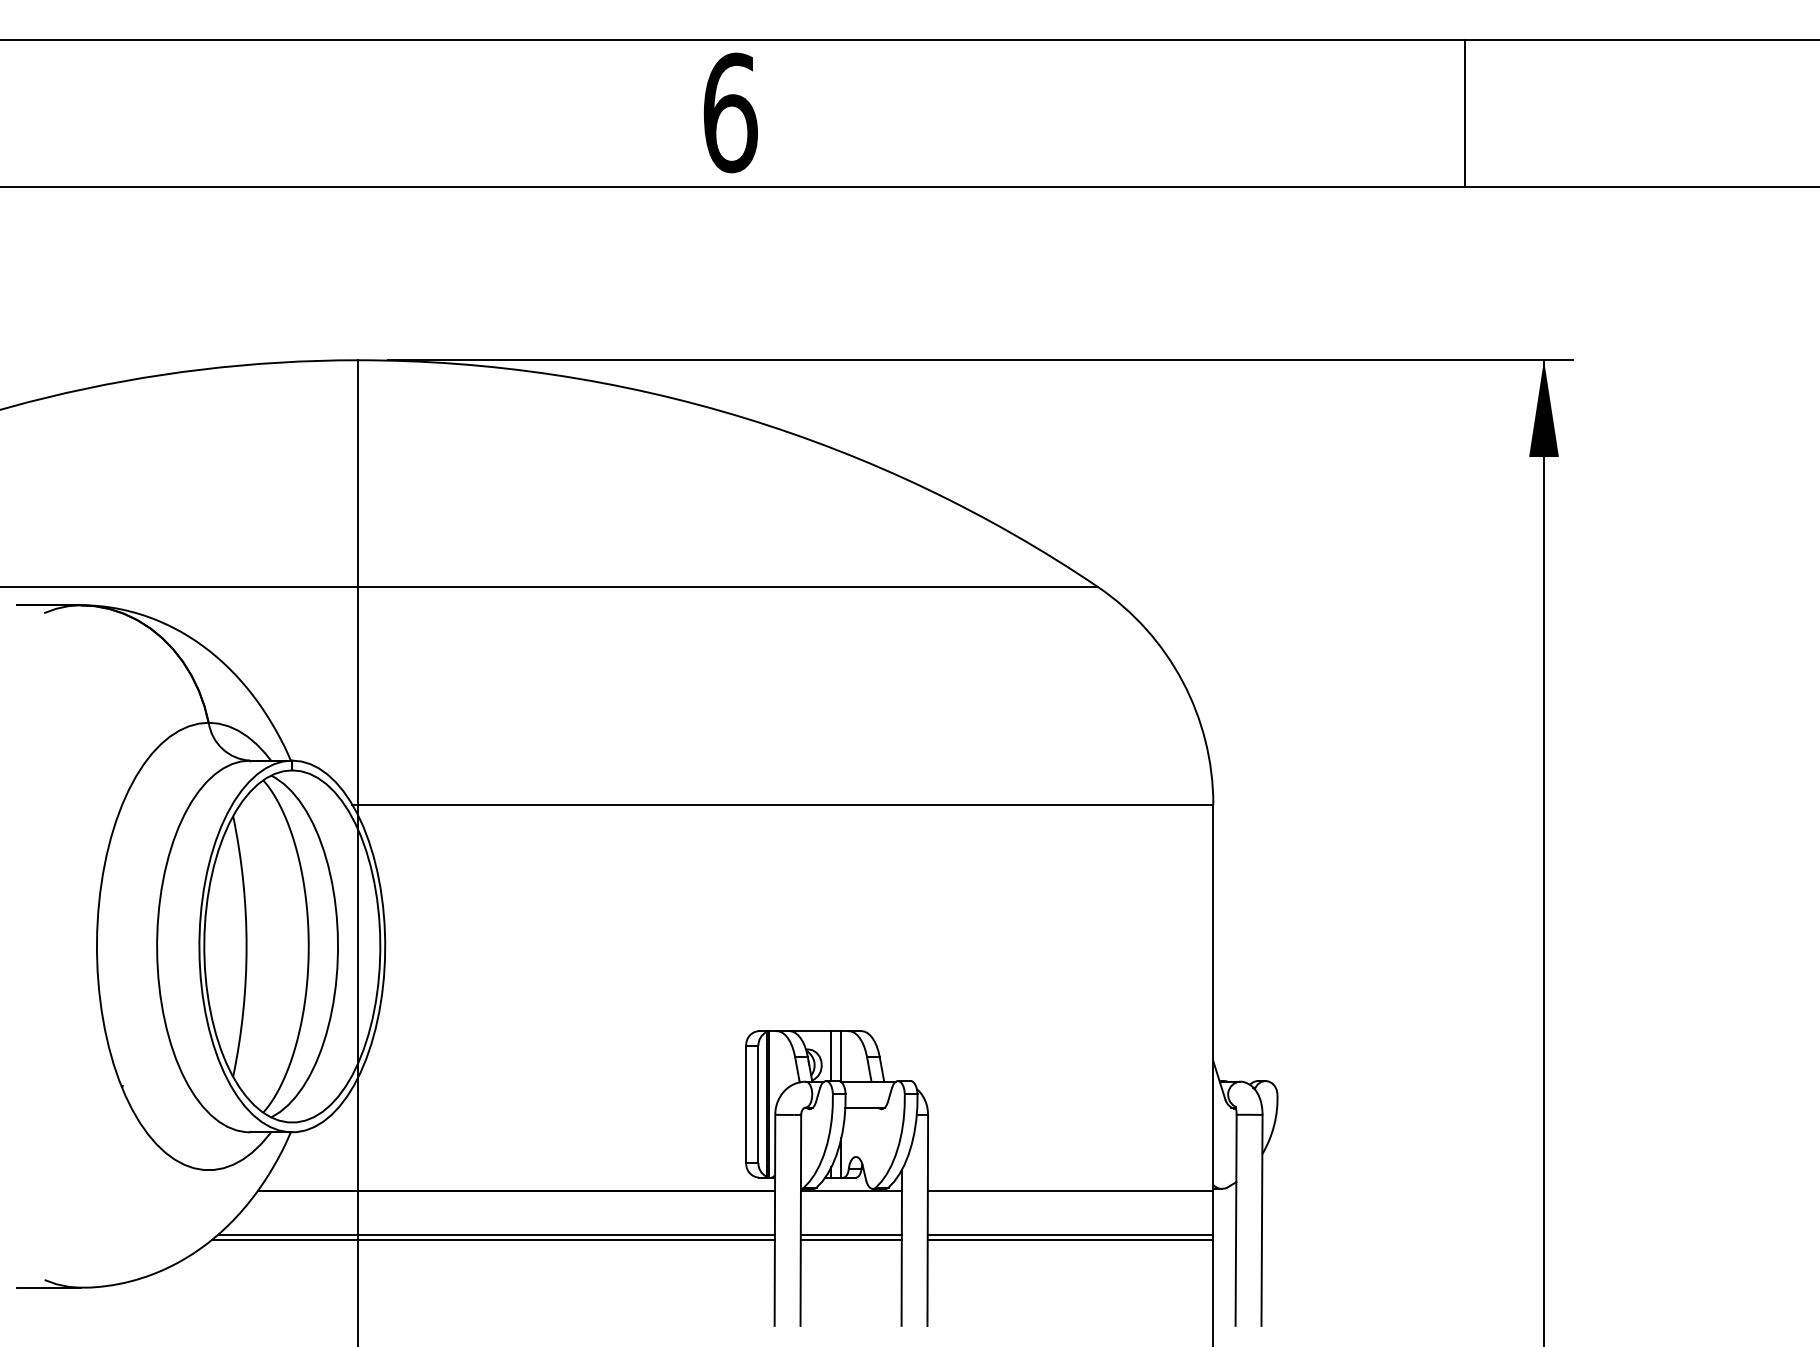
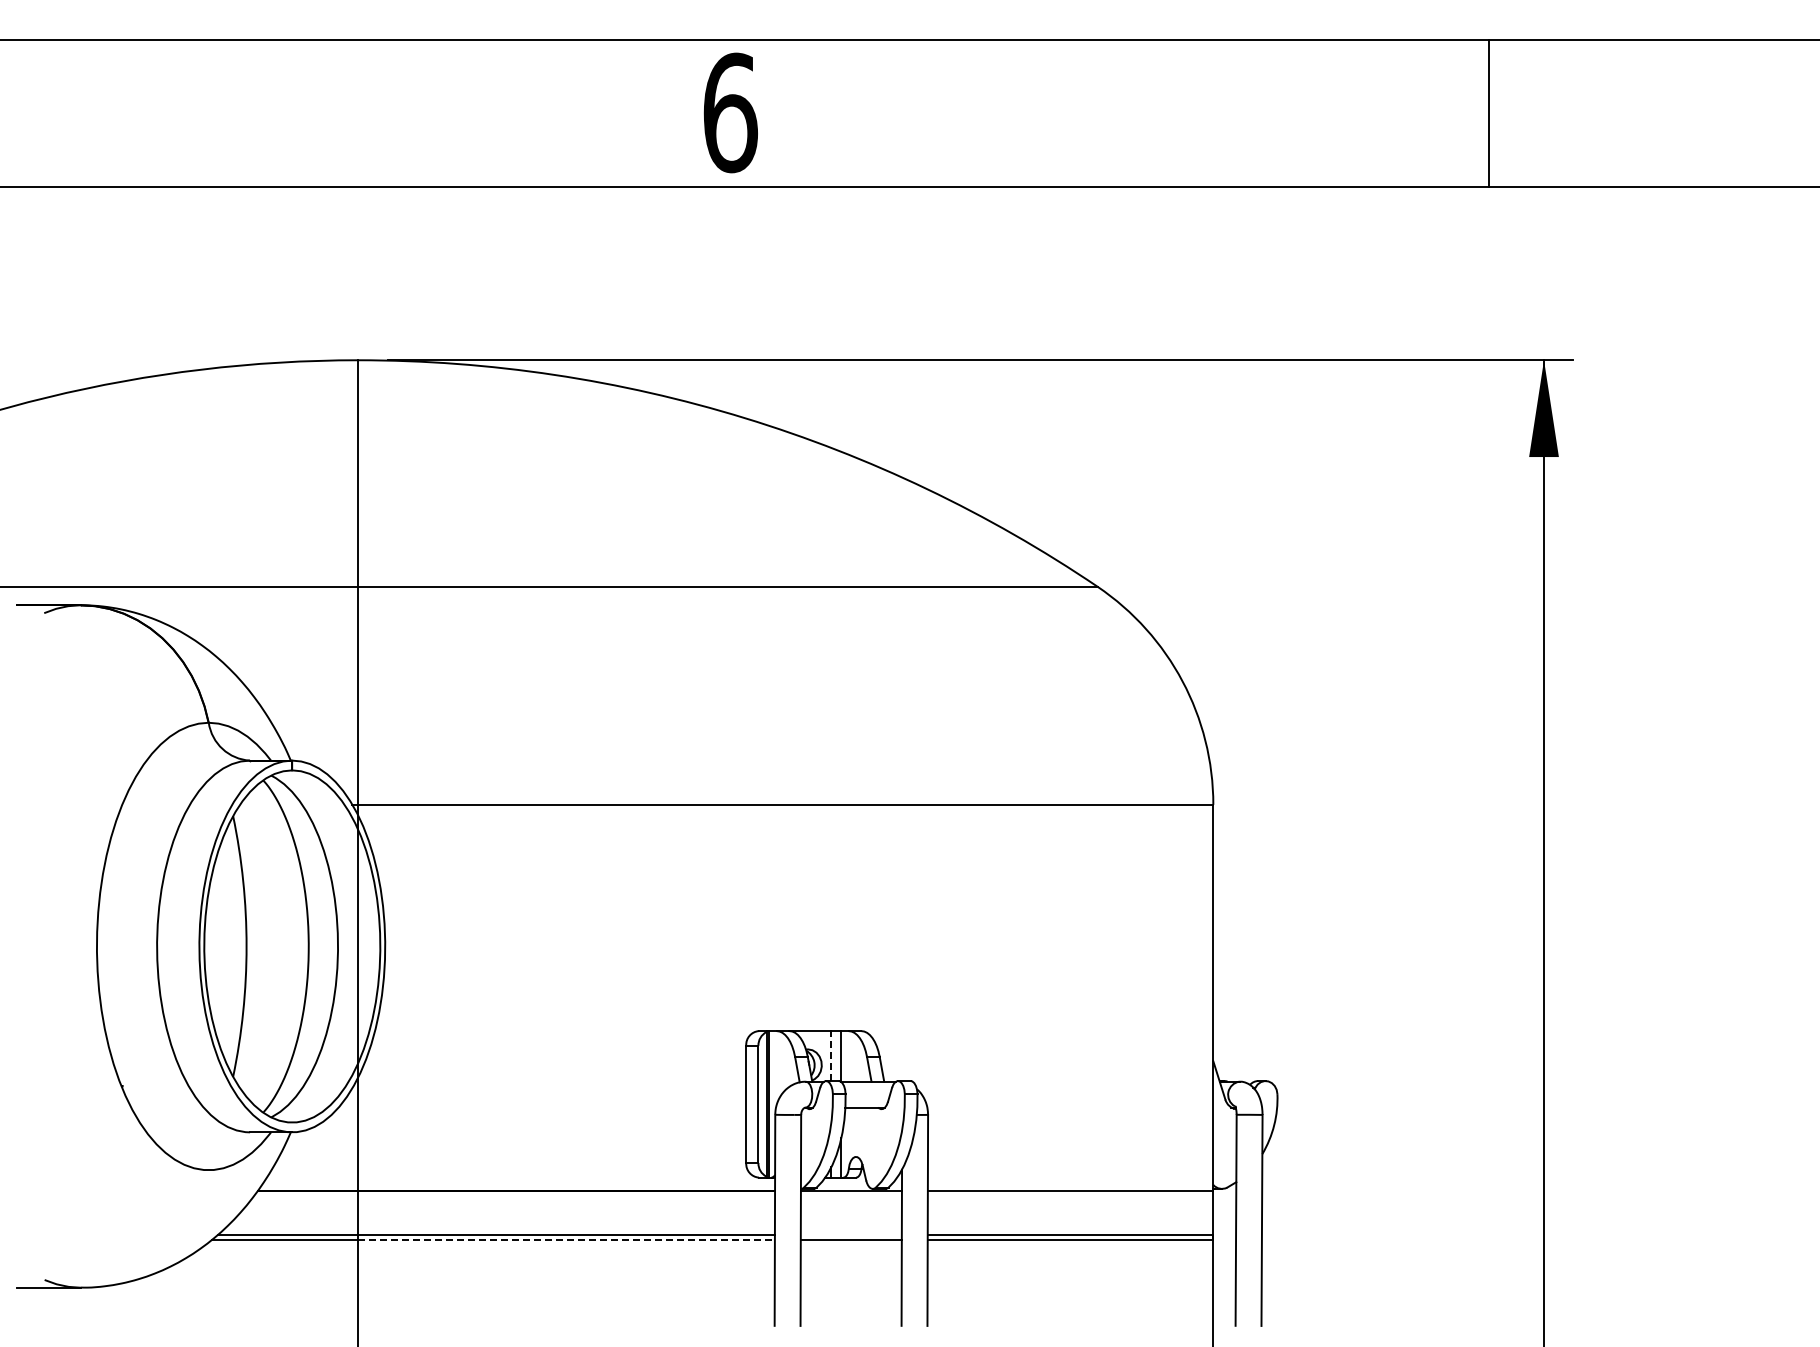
line at (1464, 113) position: (1464, 113) -> (1488, 113)
line at (831, 1056): solid -> dashed
line at (850, 1234): present -> none
line at (567, 1239): solid -> dashed
